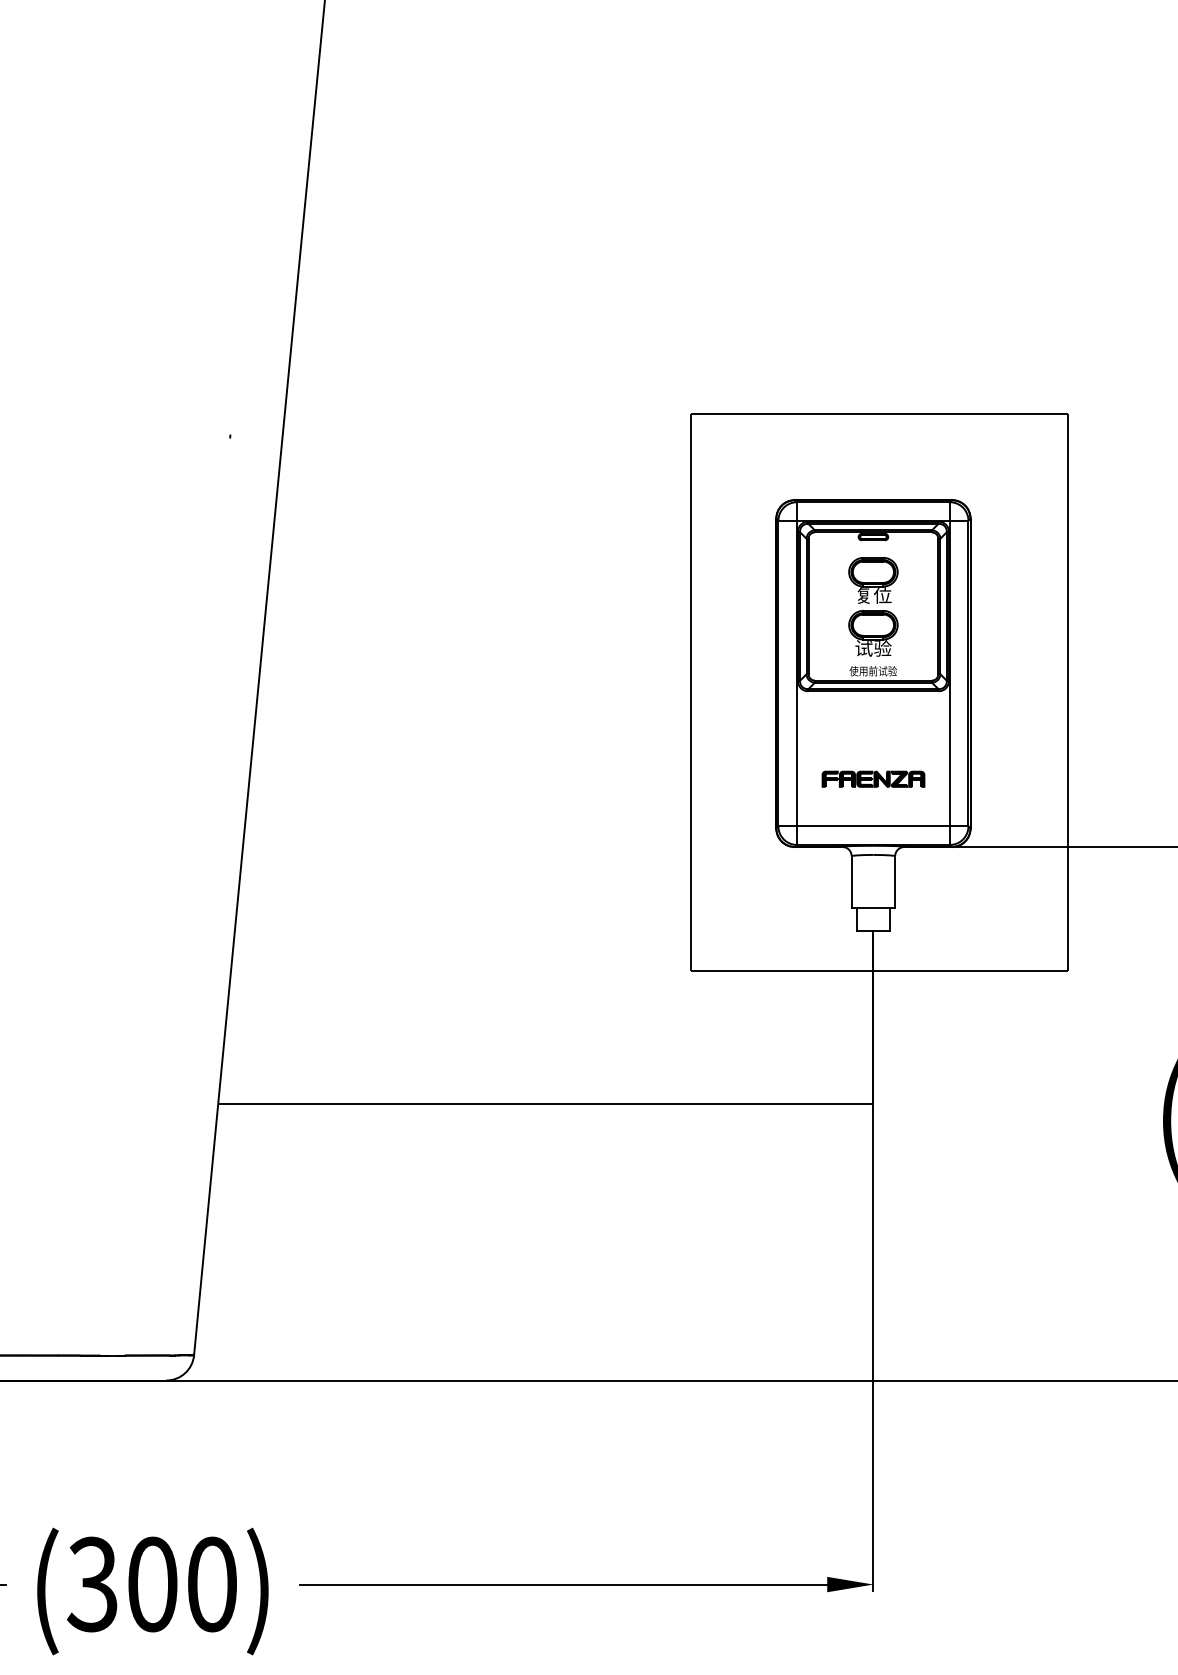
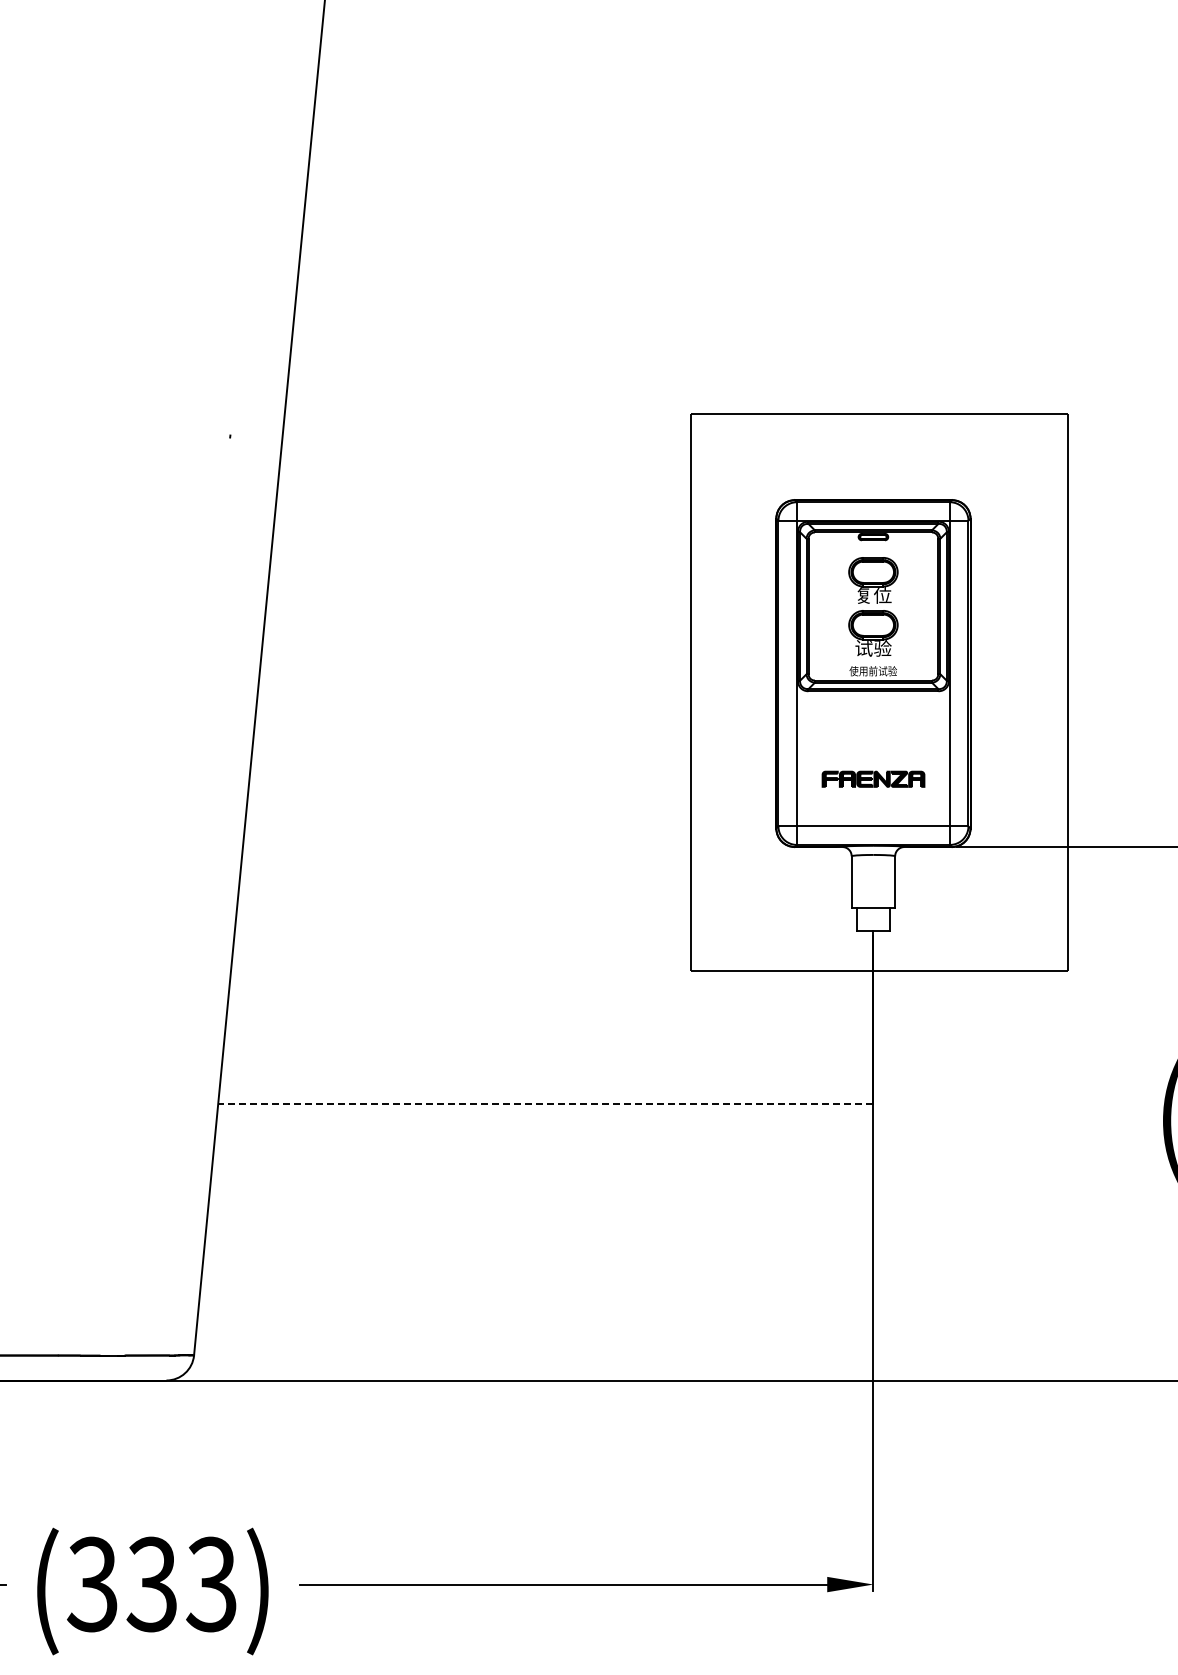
line at (545, 1104): solid -> dashed
text at (181, 1584): (300) -> (333)
